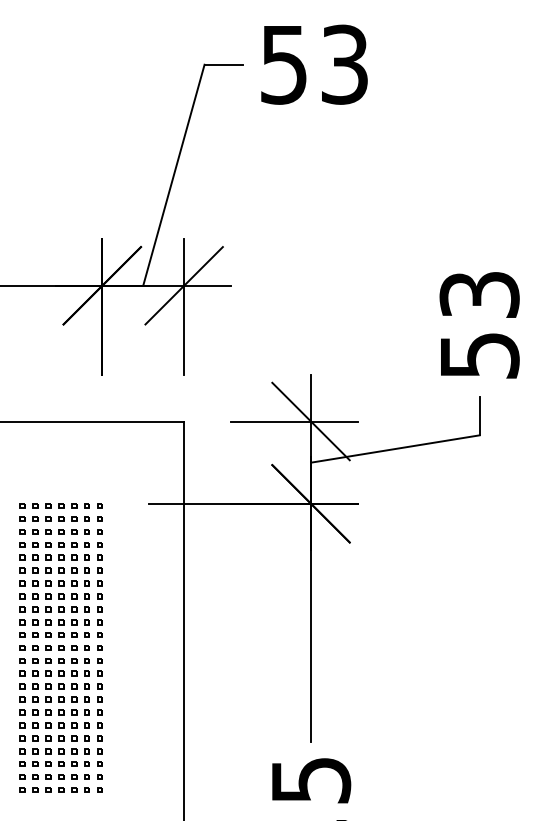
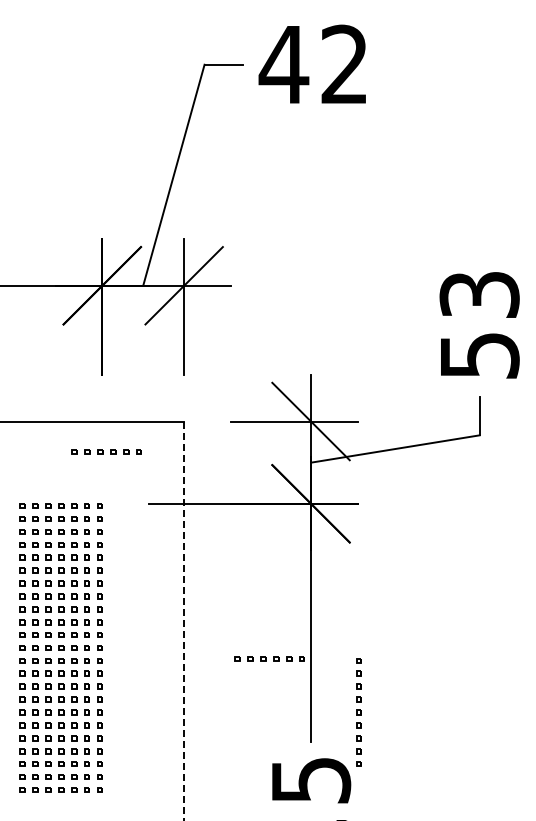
text at (312, 64): 53 -> 42
part at (106, 451): none -> present
line at (184, 621): solid -> dashed
part at (269, 658): none -> present
part at (358, 712): none -> present
